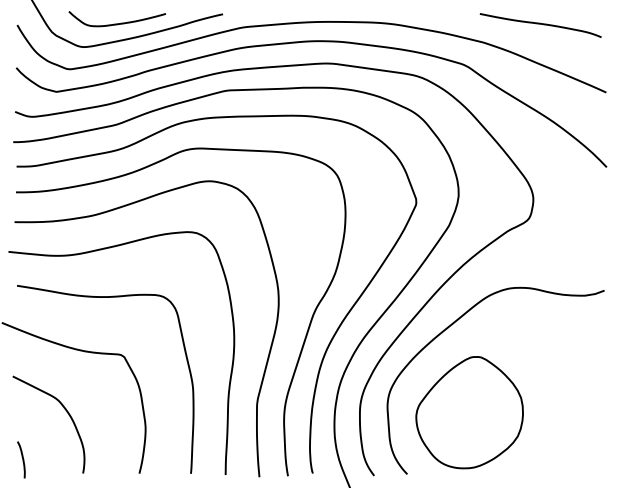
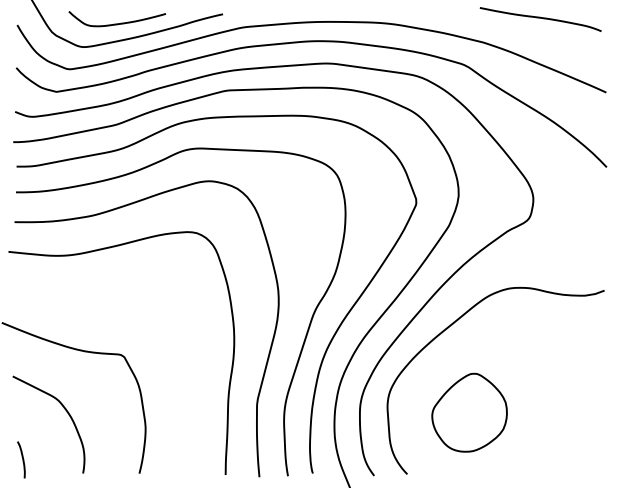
curve at (540, 24) position: (540, 24) -> (540, 18)
curve at (105, 297): present -> none
part at (469, 412) size: 109x114 px -> 77x81 px
